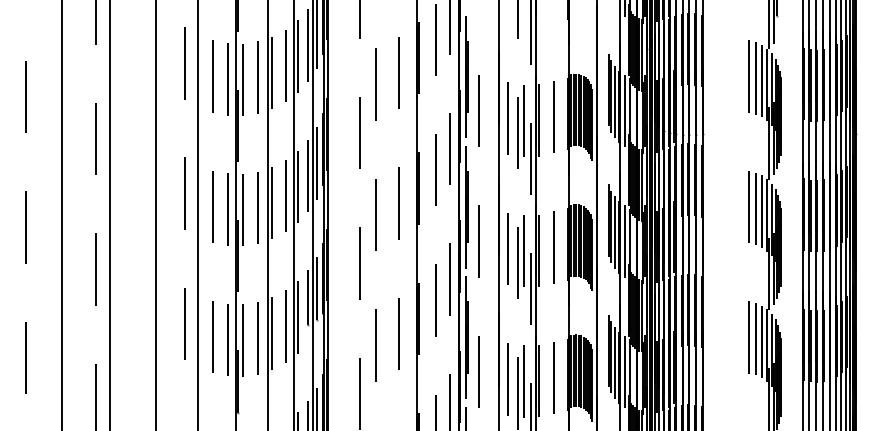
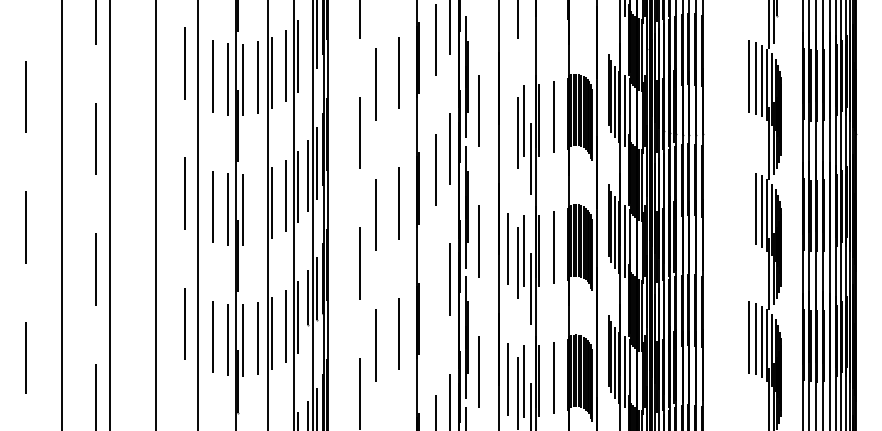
line at (530, 33): present -> none
line at (308, 45): present -> none
line at (507, 118): present -> none
line at (749, 206): present -> none
line at (257, 207): present -> none
line at (436, 300): present -> none
